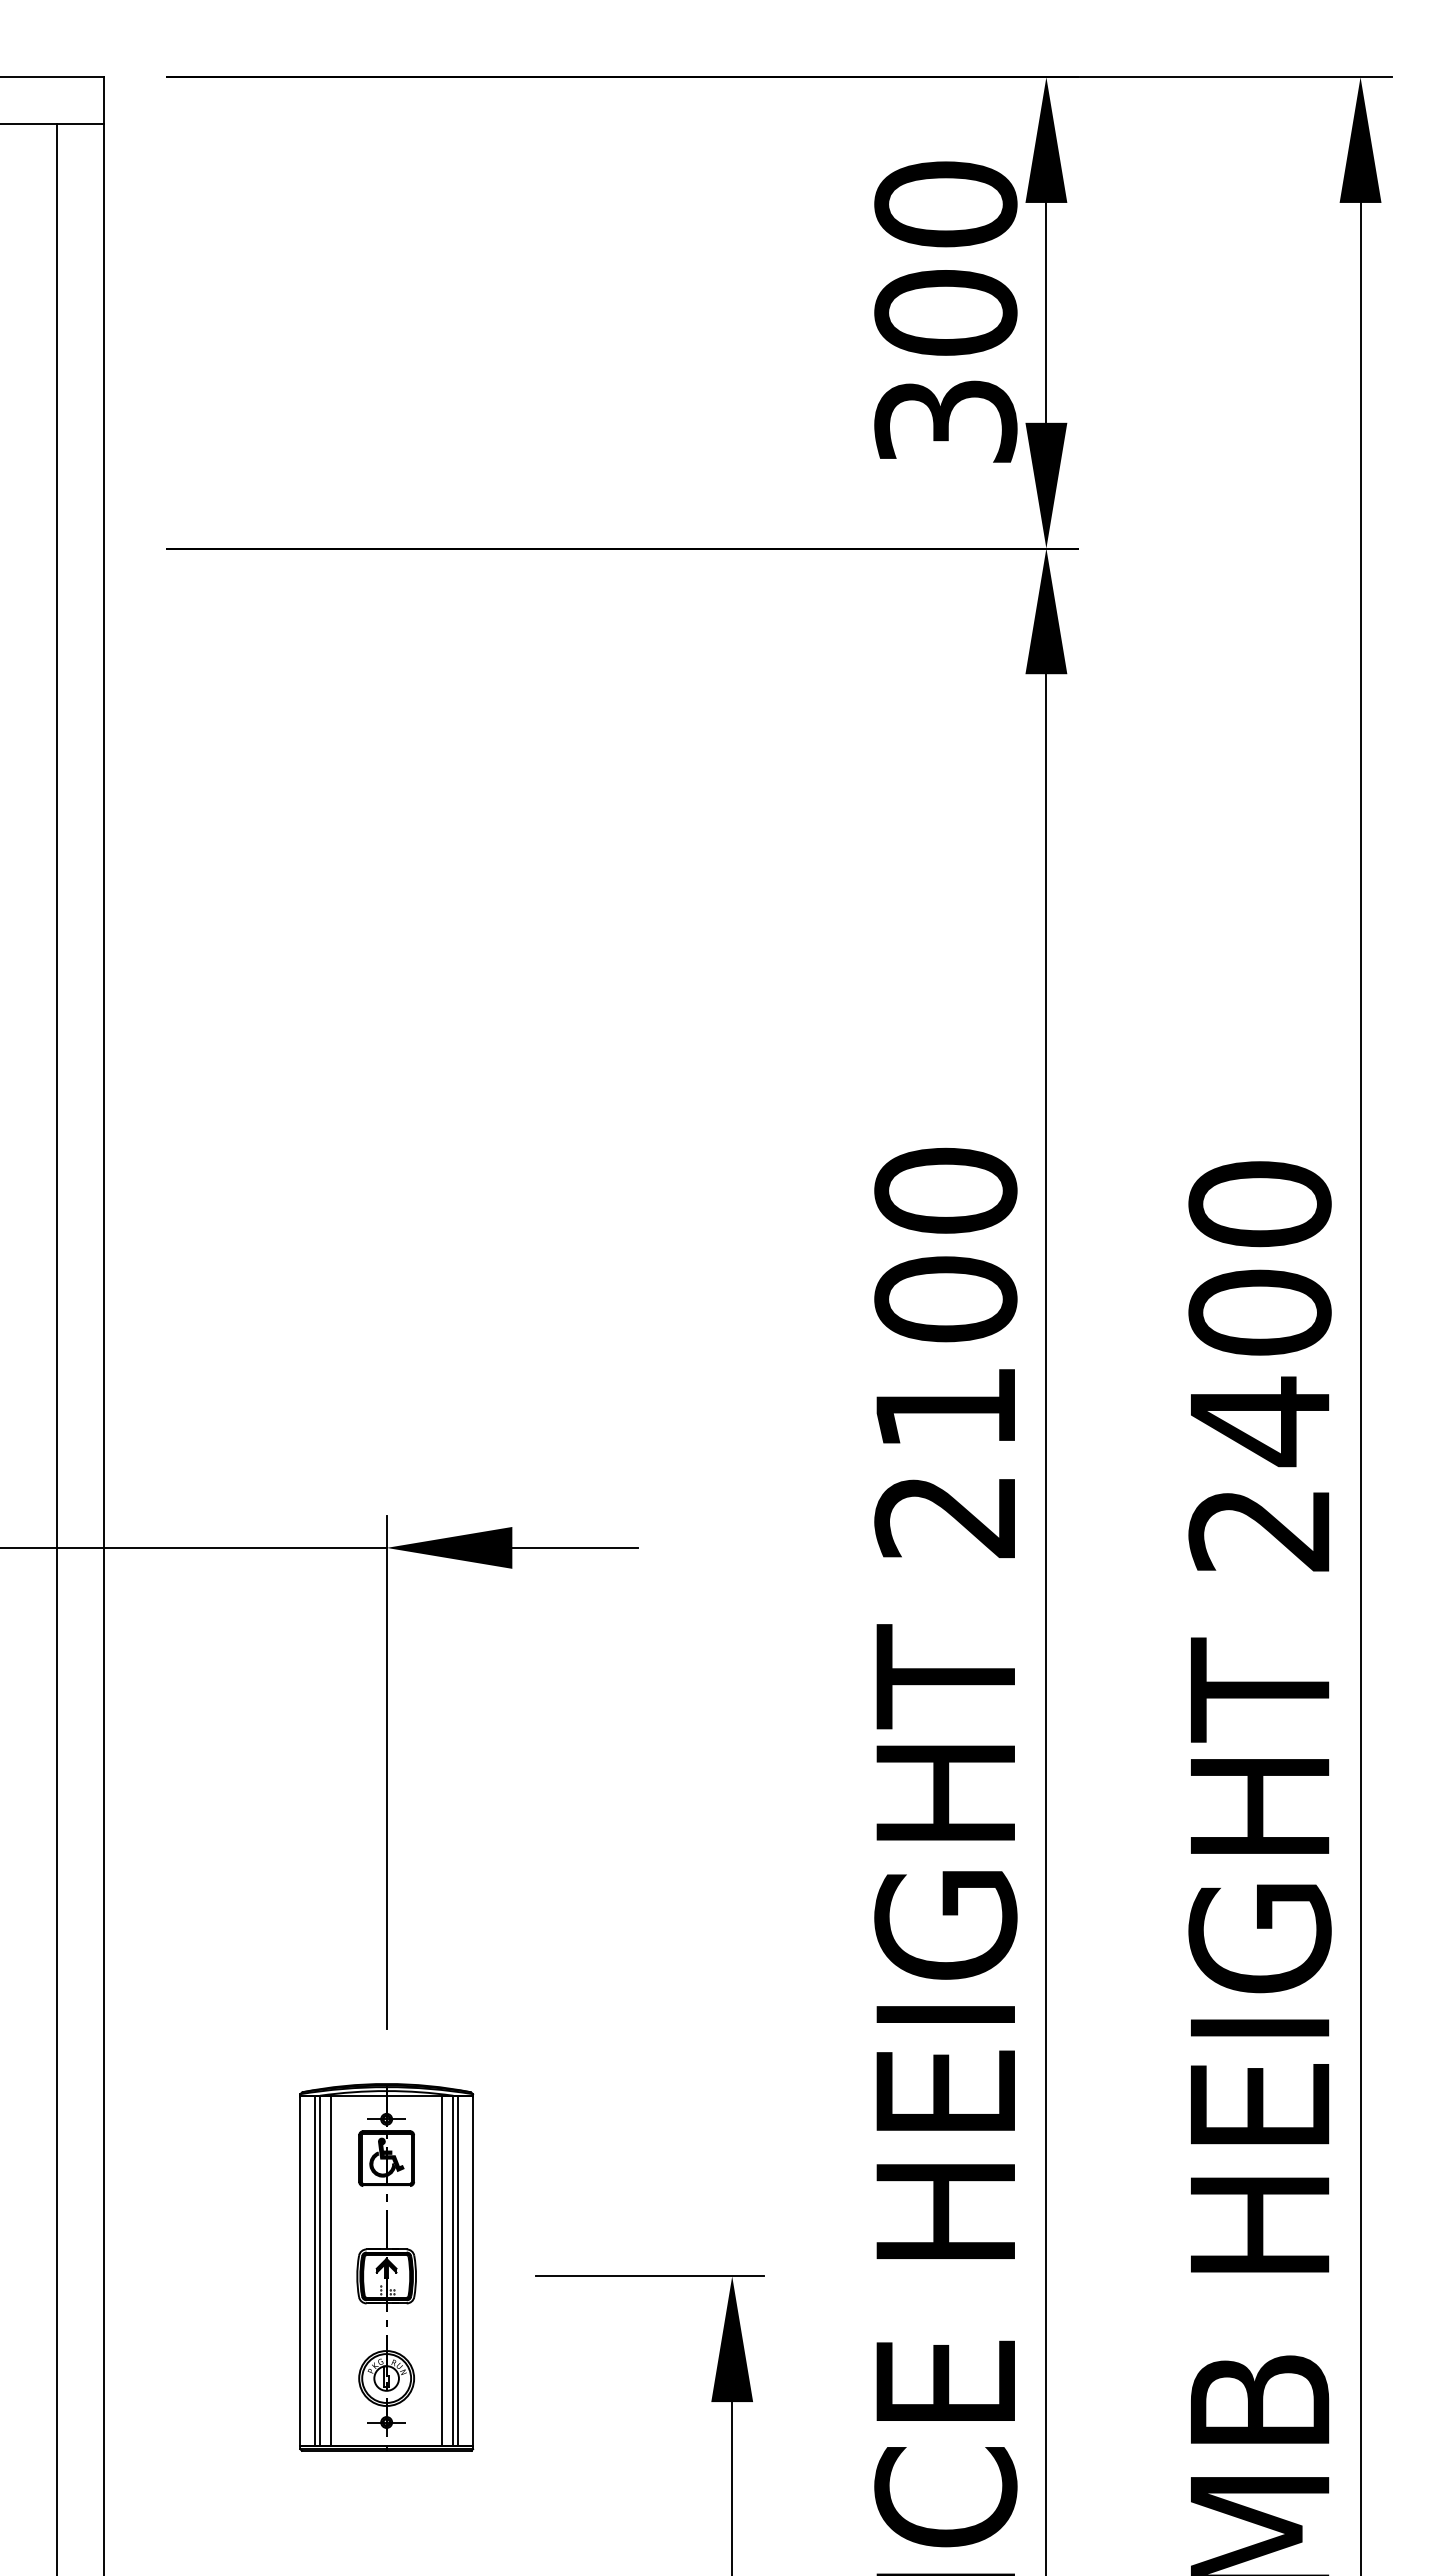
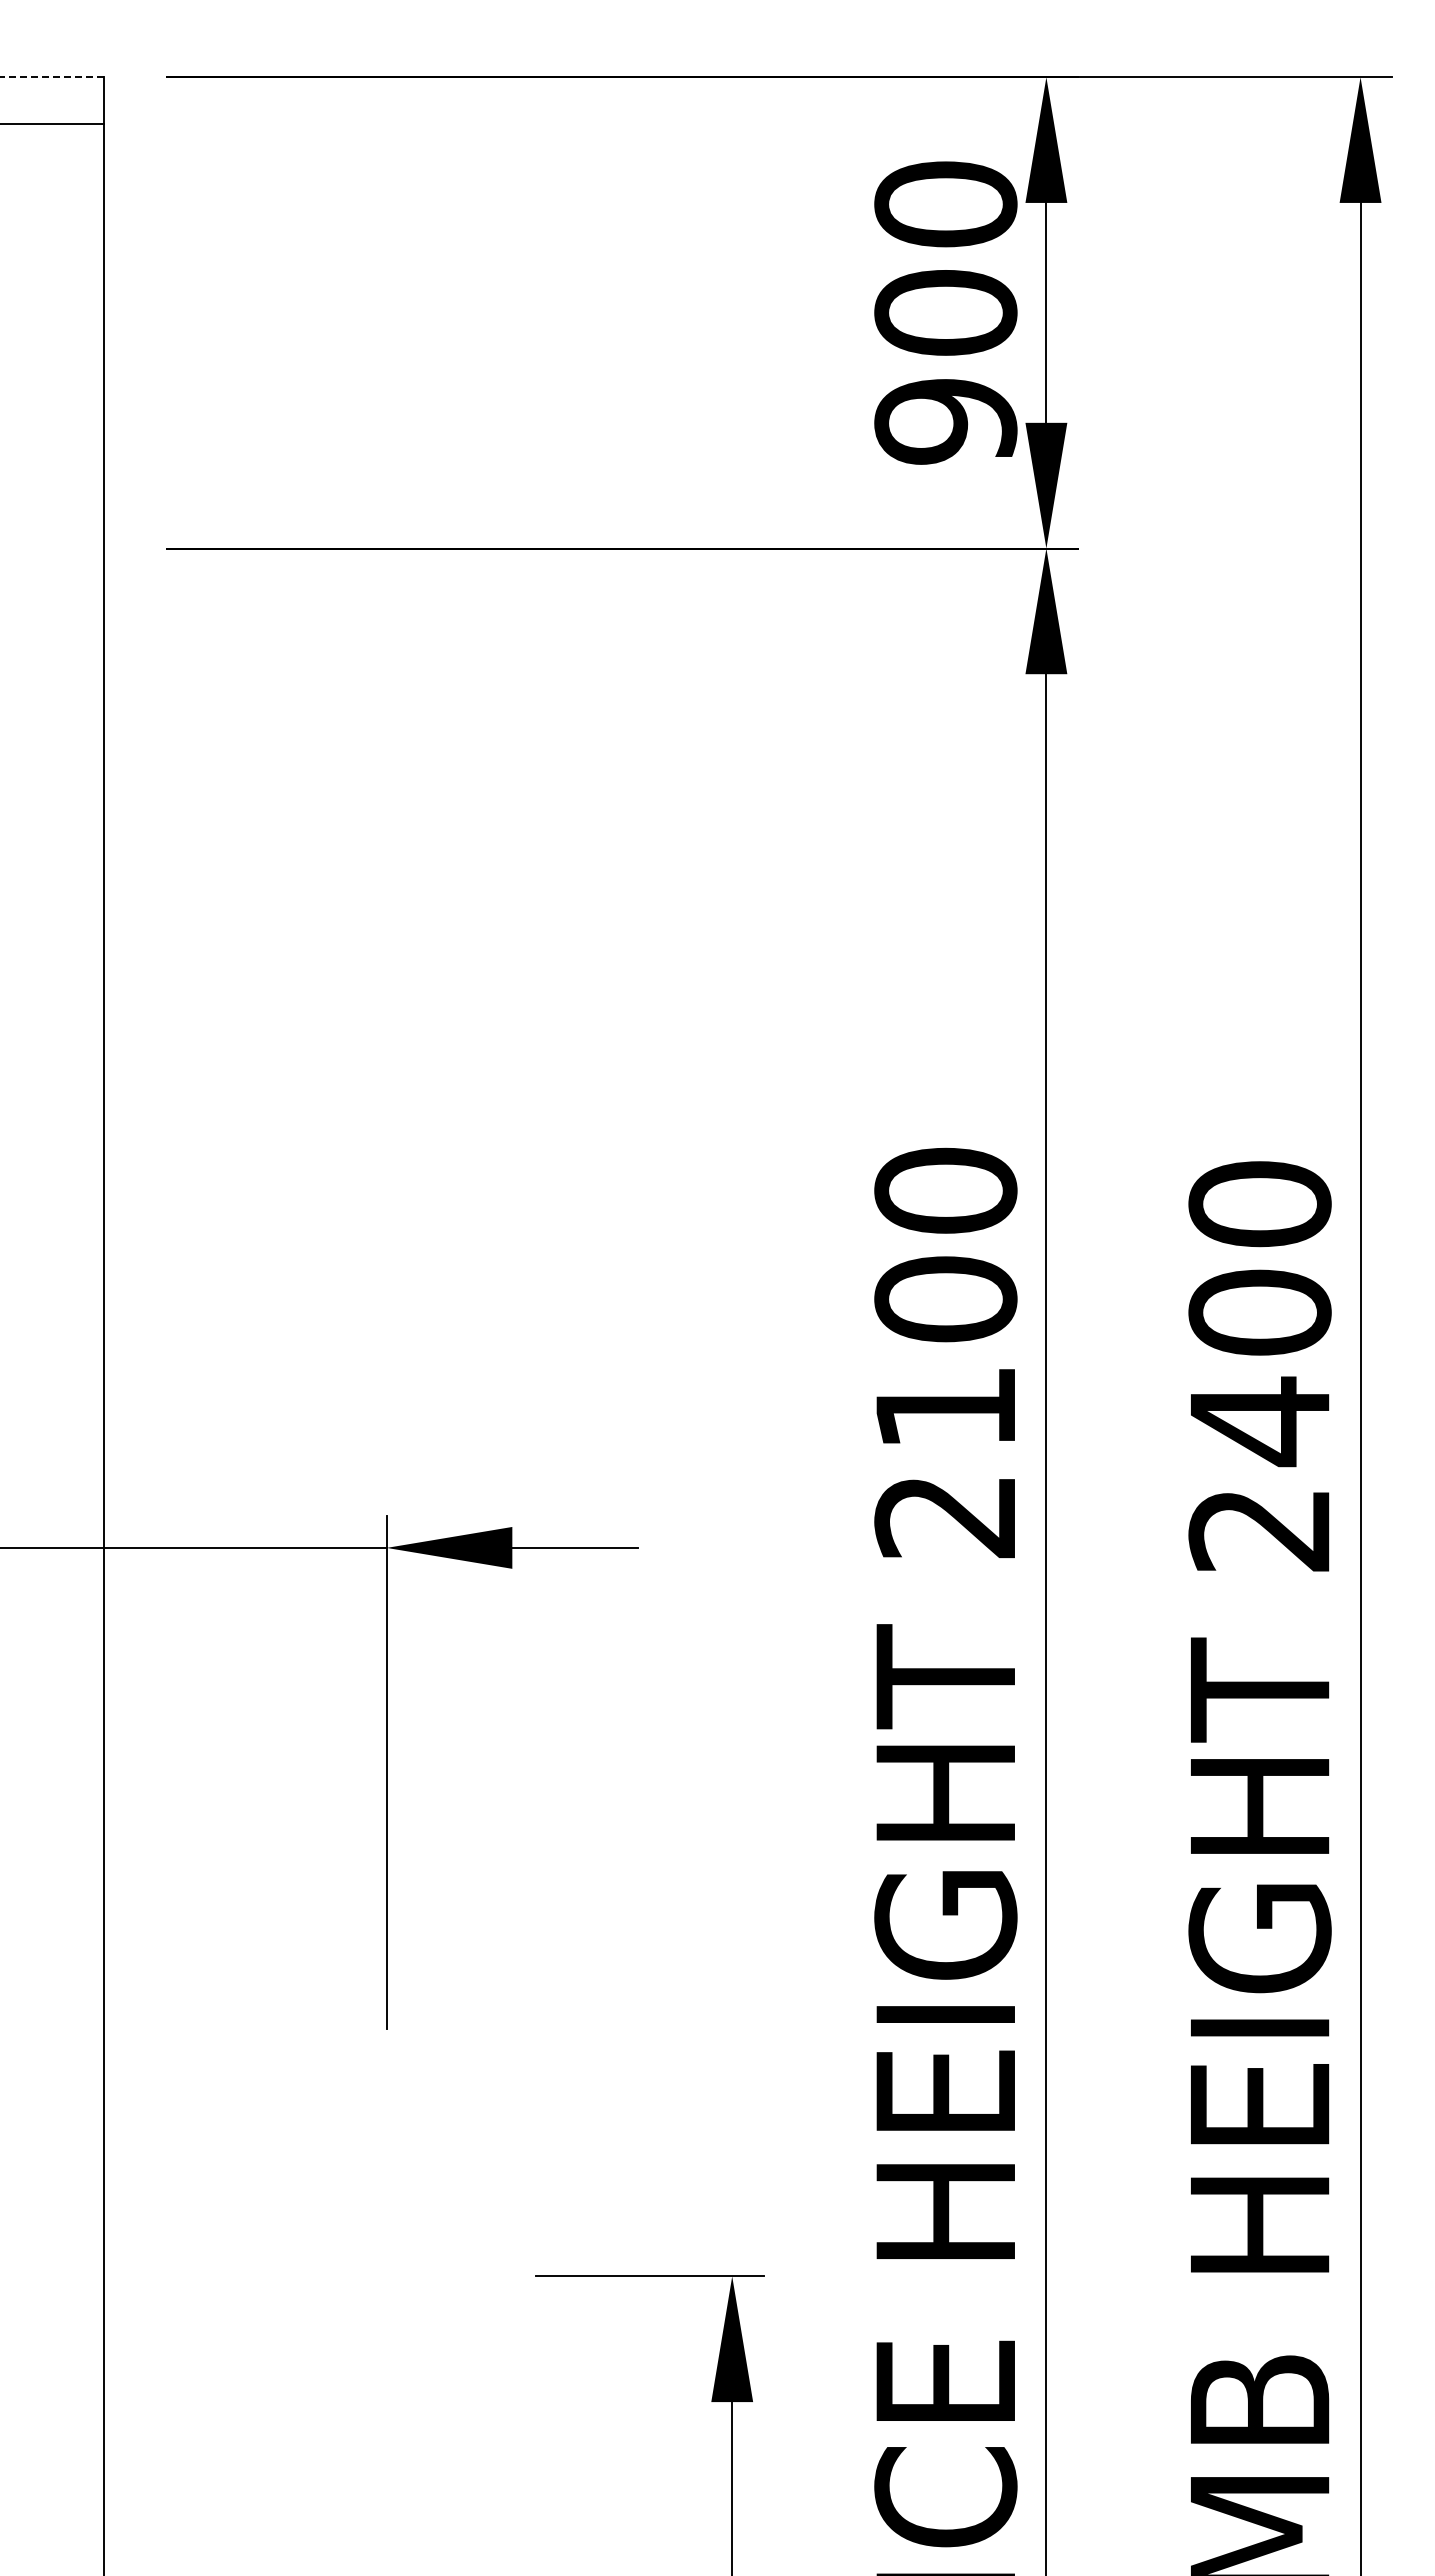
line at (51, 77): solid -> dashed
text at (945, 421): 300 -> 900
line at (56, 1348): present -> none
part at (386, 2267): present -> none
